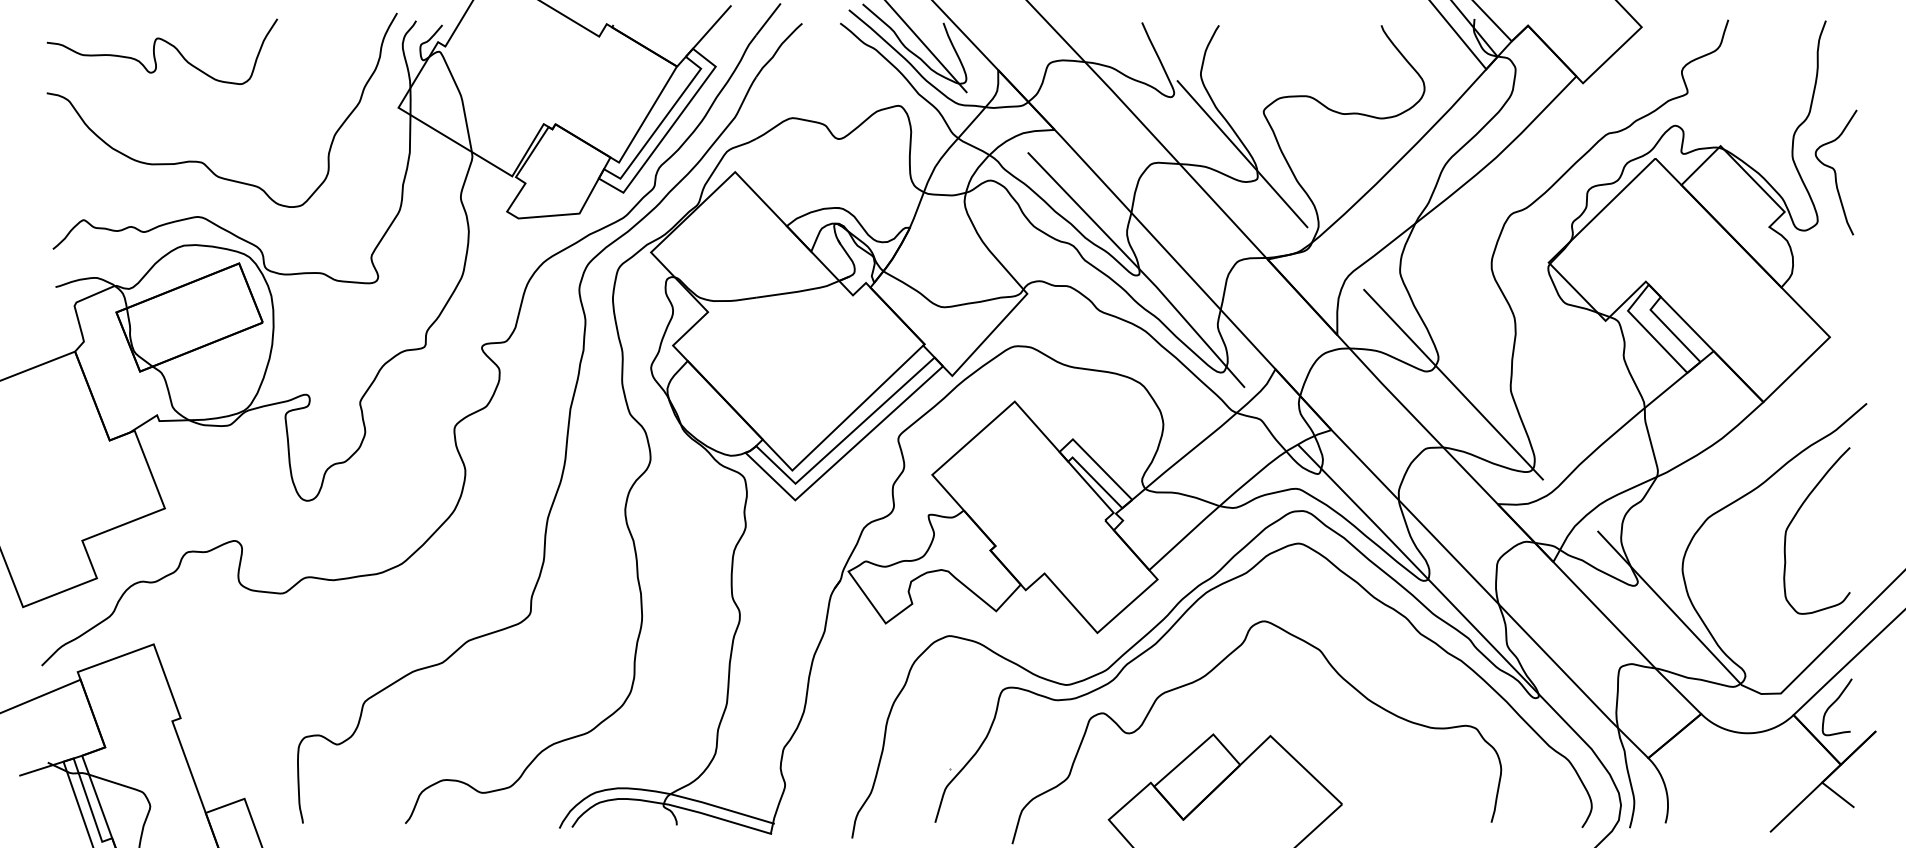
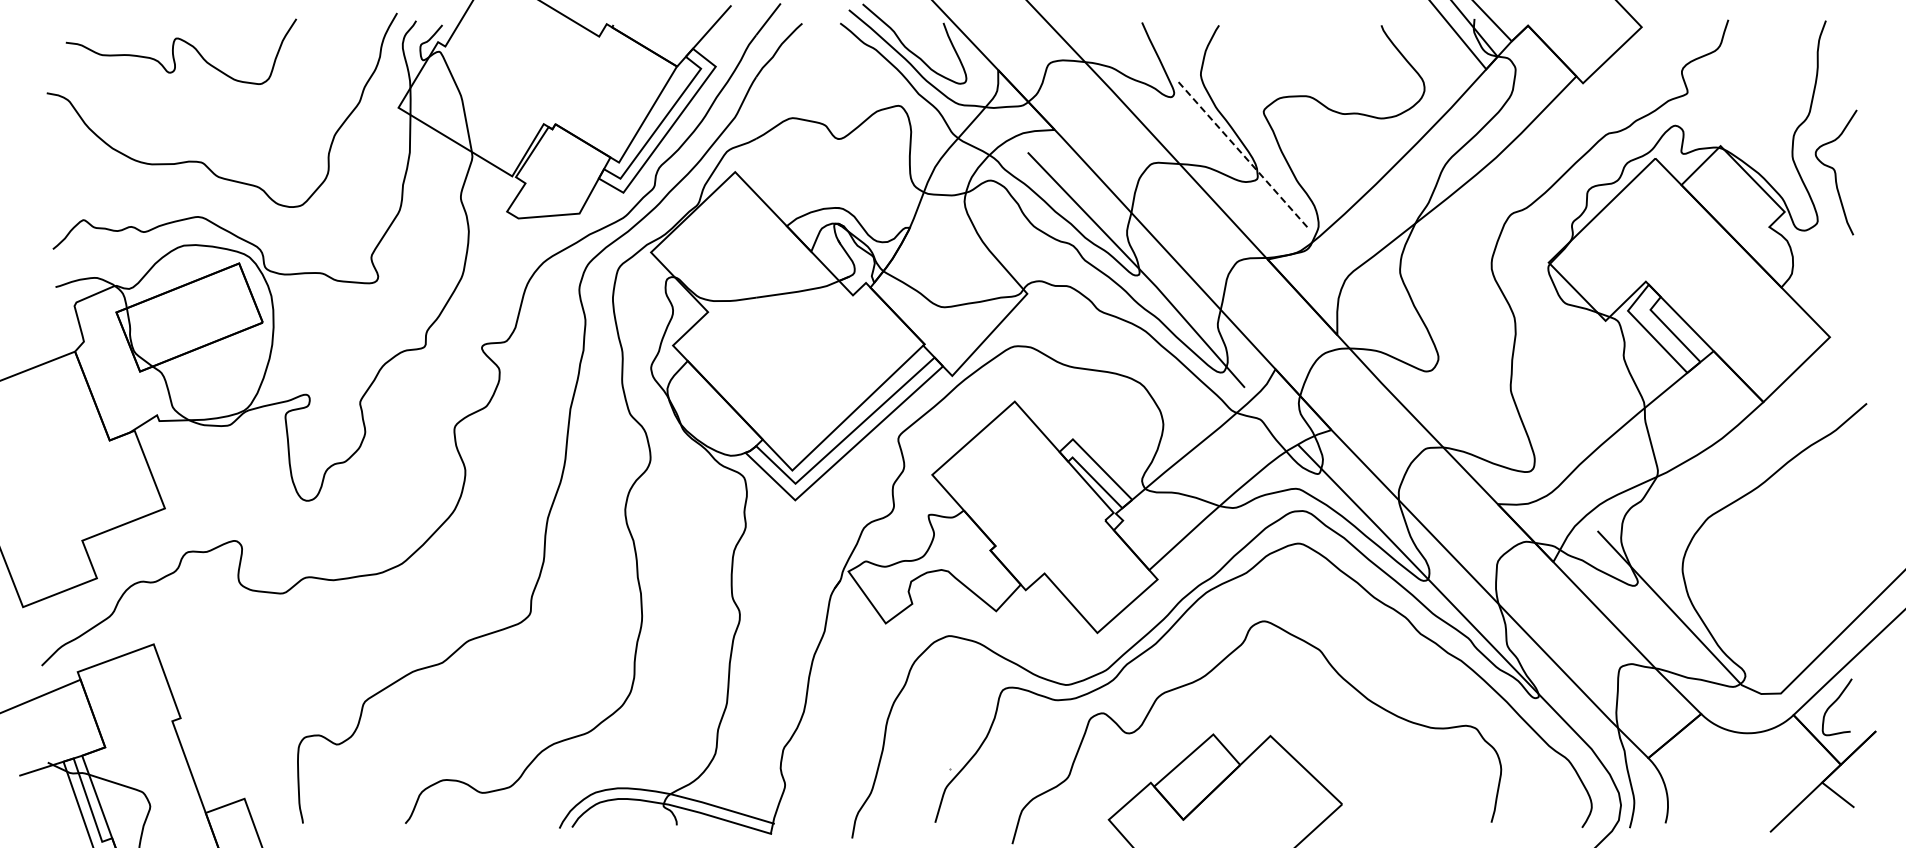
line at (926, 47): present -> none
curve at (154, 51) position: (154, 51) -> (173, 51)
line at (1242, 154): solid -> dashed
line at (1453, 384): present -> none
curve at (1796, 515): present -> none
